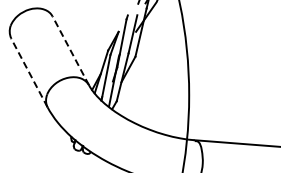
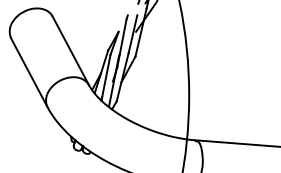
line at (70, 50): dashed -> solid
line at (29, 72): dashed -> solid
